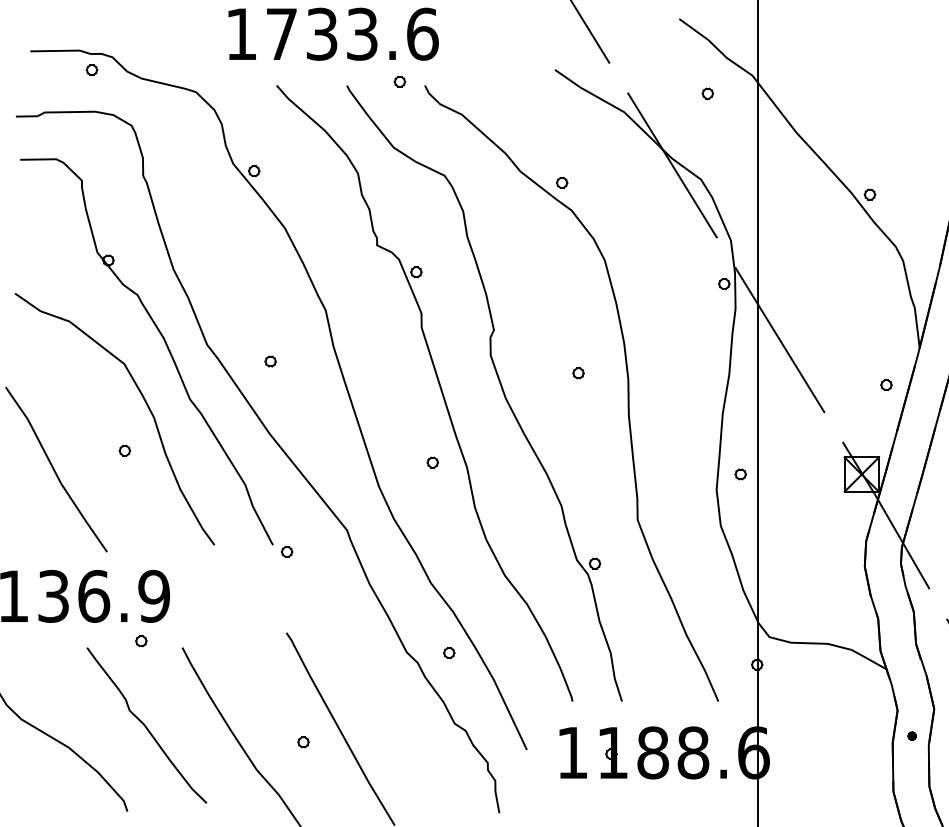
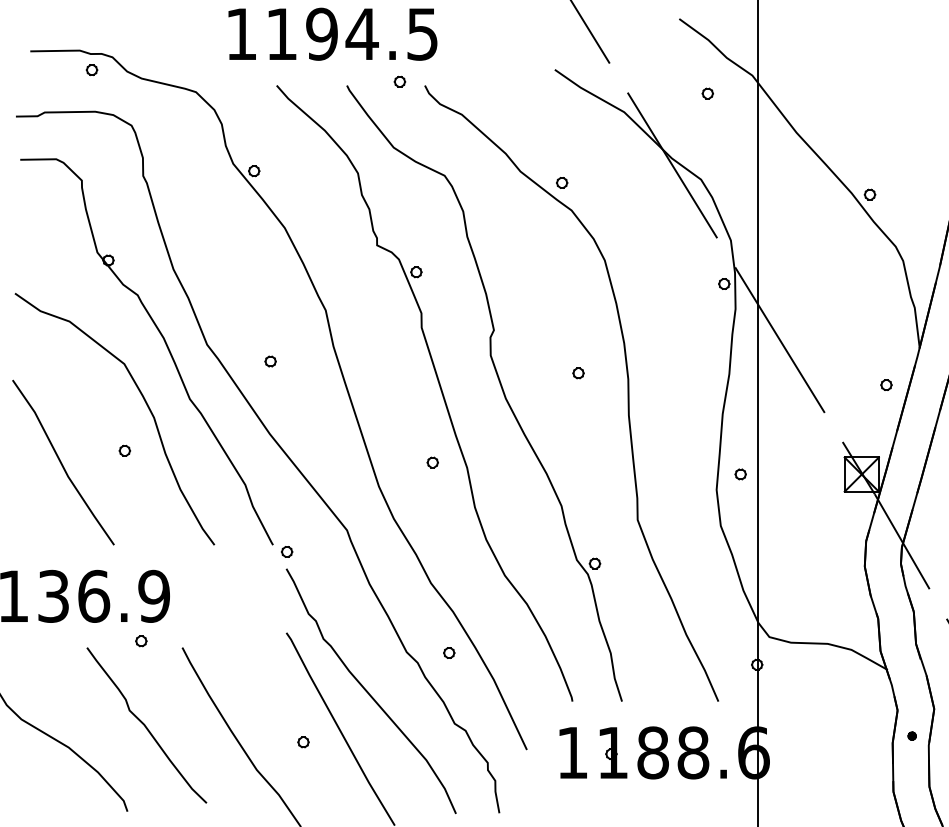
text at (352, 33): 1733.6 -> 1194.5
curve at (55, 470) position: (55, 470) -> (62, 463)
curve at (368, 691): none -> present
